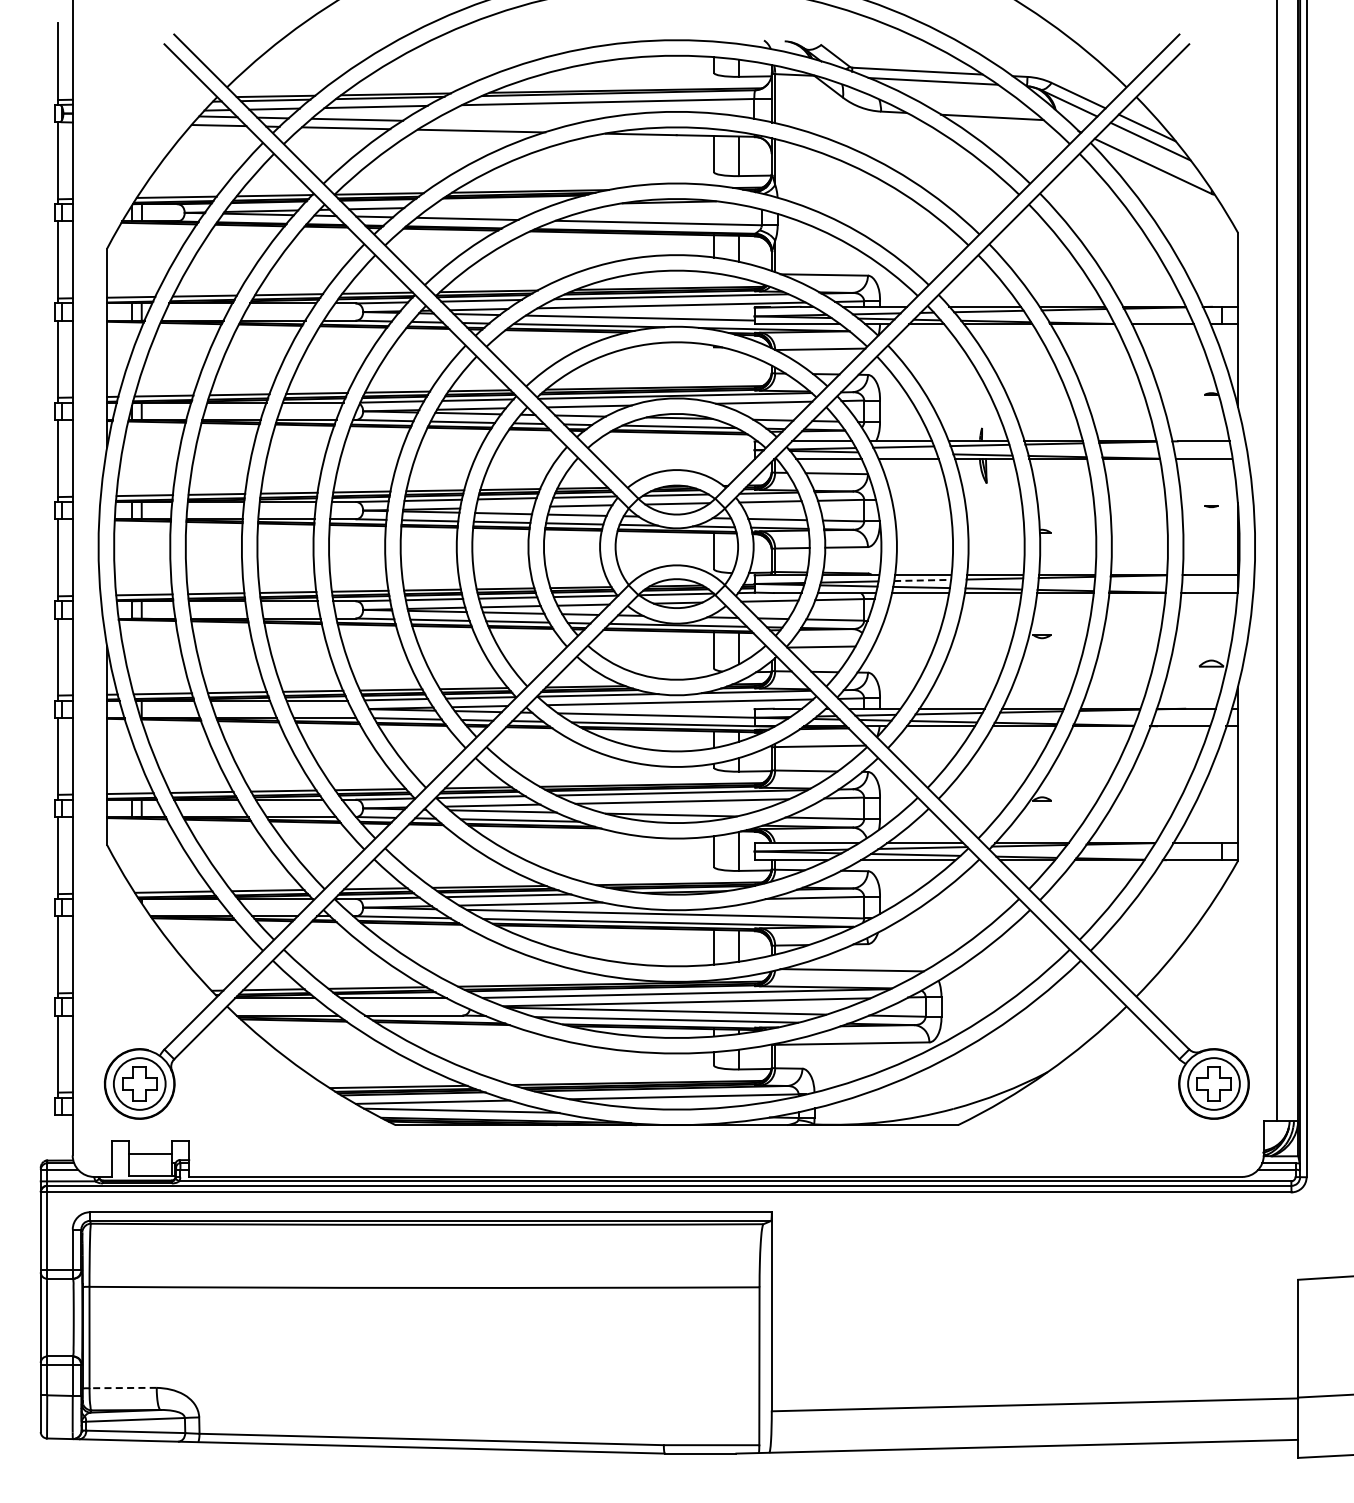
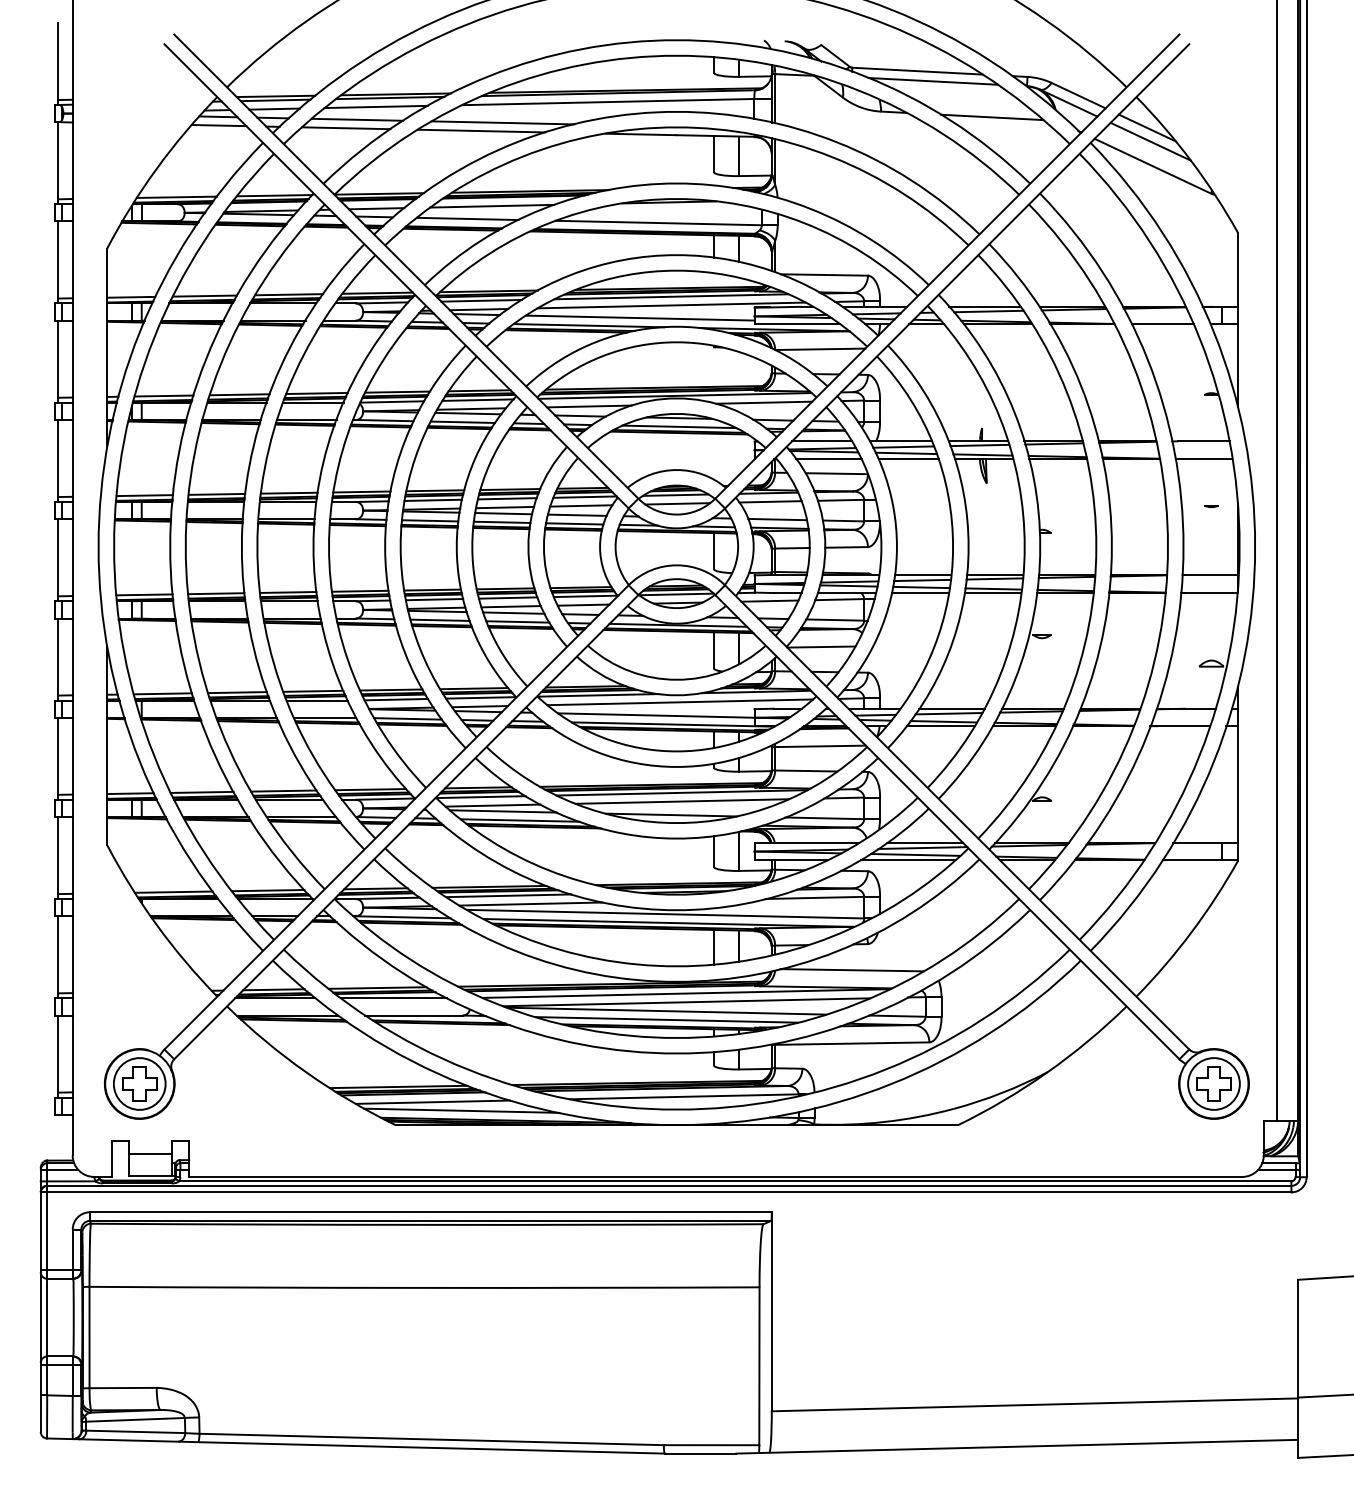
line at (502, 122): none -> present
line at (492, 205): none -> present
line at (905, 453): none -> present
line at (504, 507): none -> present
line at (923, 580): dashed -> solid
line at (123, 1388): dashed -> solid
